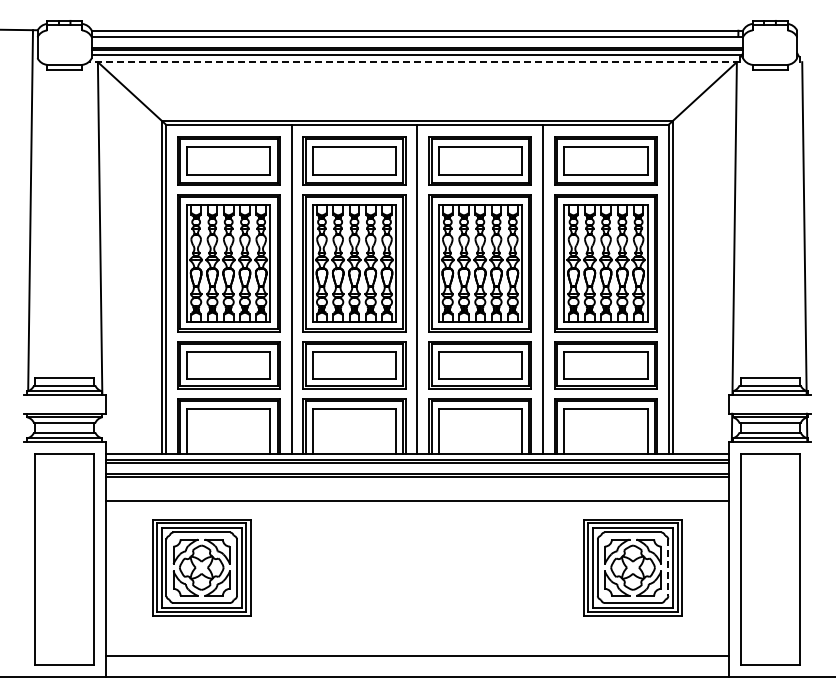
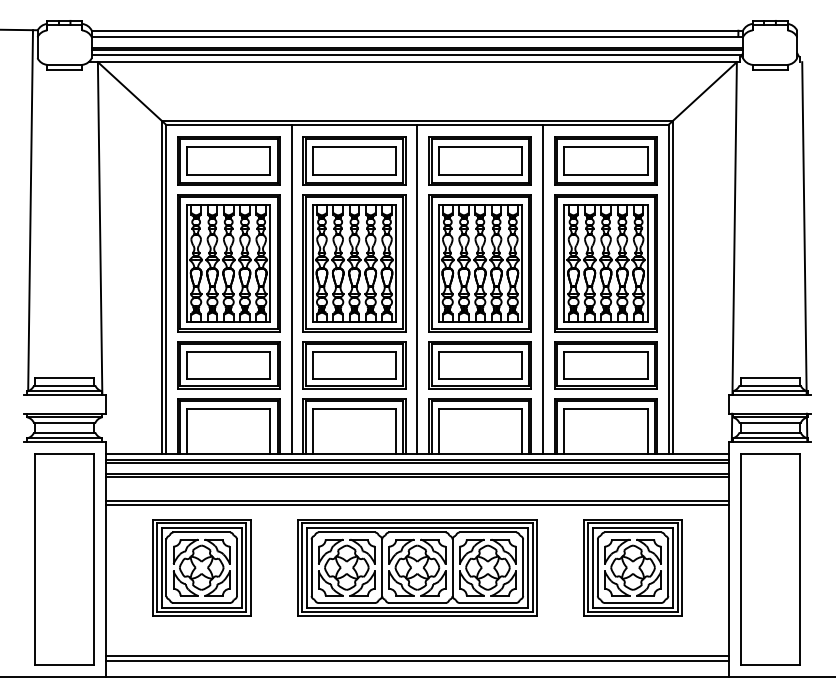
line at (414, 62): dashed -> solid
line at (416, 505): none -> present
part at (417, 567): none -> present
line at (668, 568): dashed -> solid
line at (416, 660): none -> present
